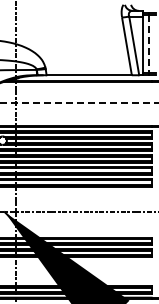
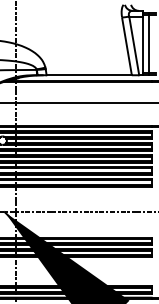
line at (148, 44): dashed -> solid
line at (79, 102): dashed -> solid
